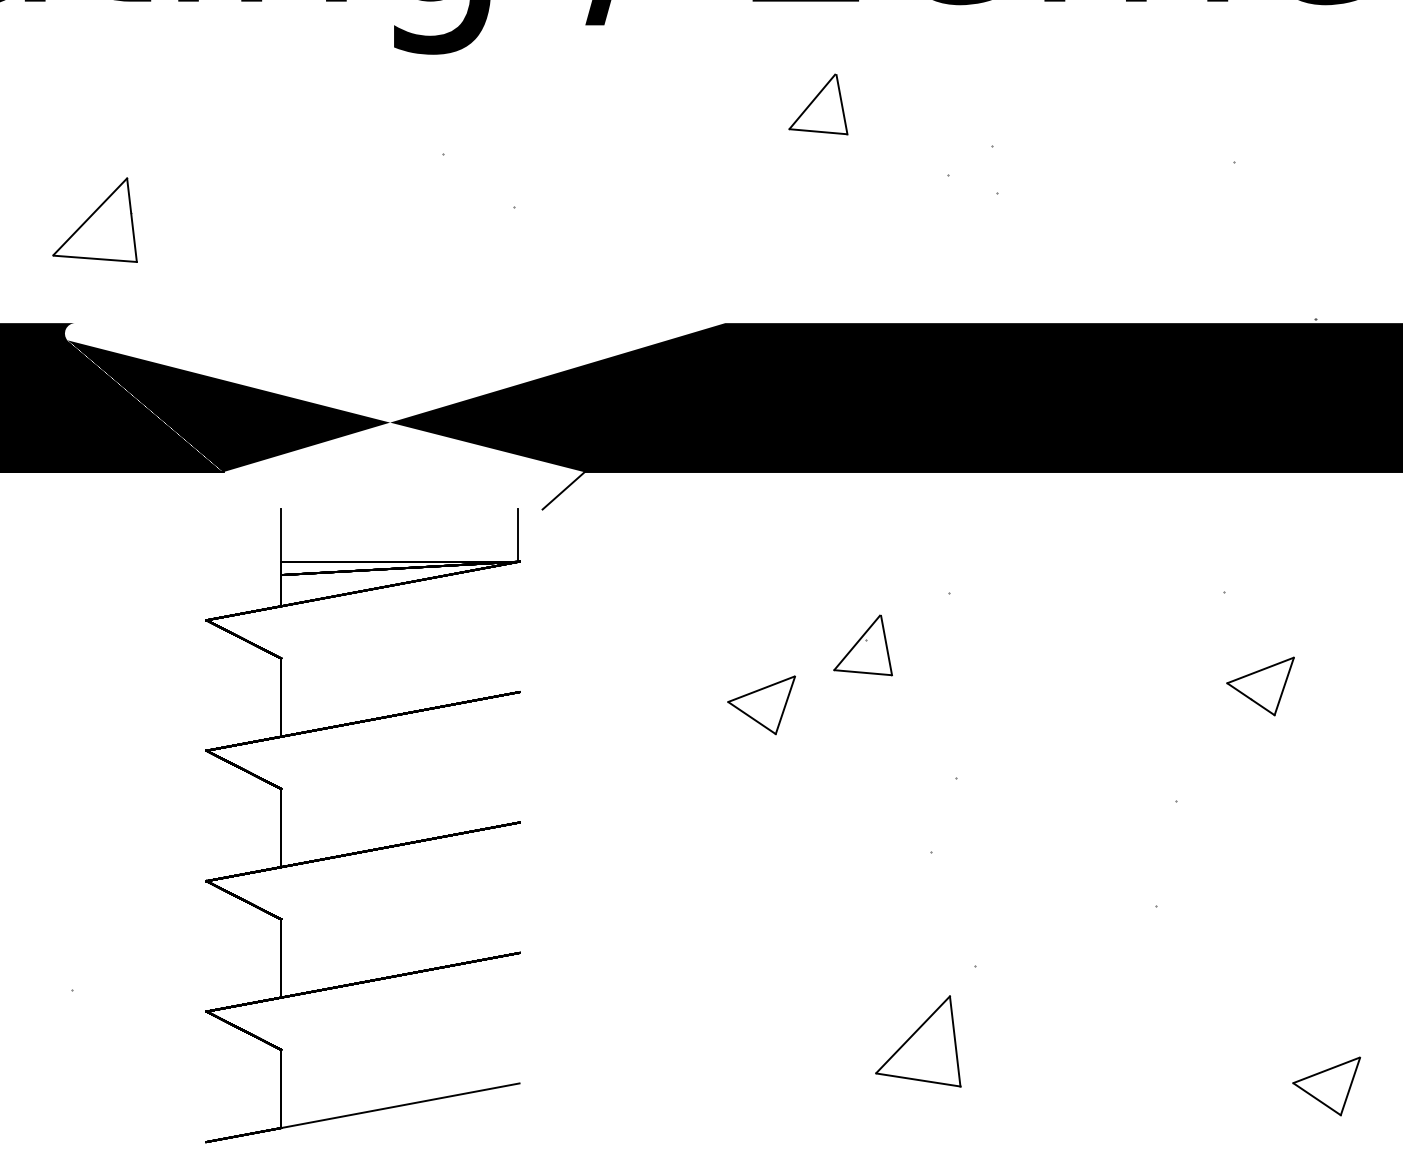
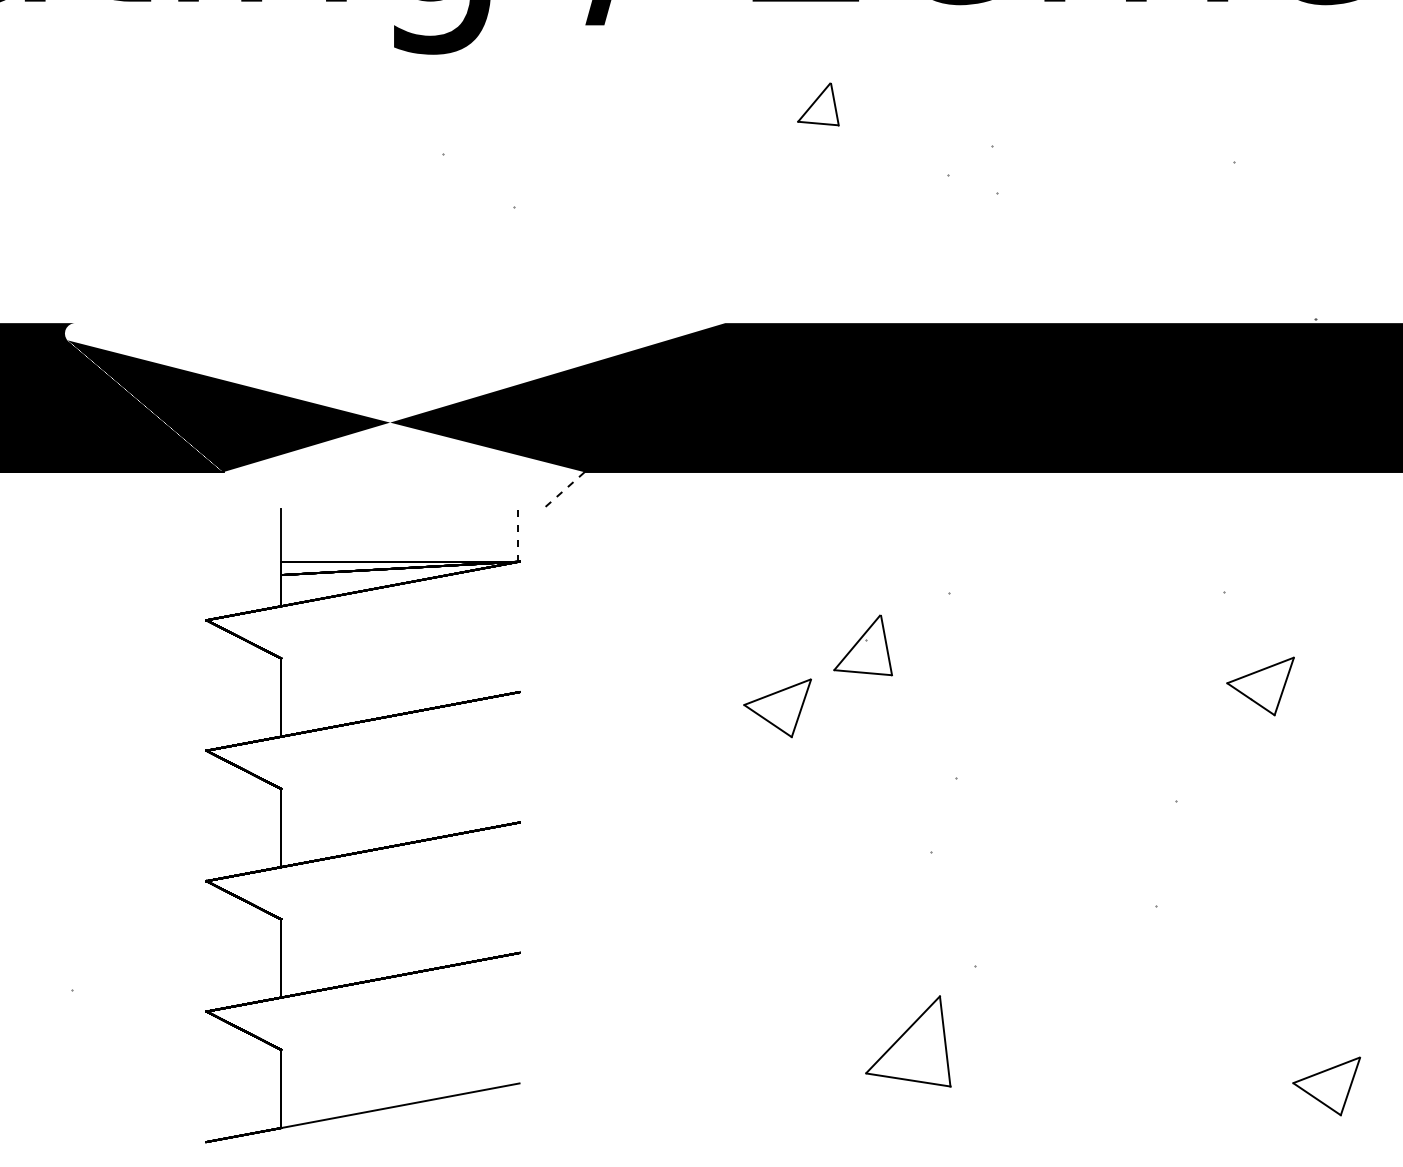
part at (818, 104) size: 61x63 px -> 43x45 px
part at (94, 219): present -> none
line at (563, 491): solid -> dashed
line at (518, 535): solid -> dashed
part at (761, 705) position: (761, 705) -> (777, 708)
part at (918, 1041) position: (918, 1041) -> (908, 1041)
